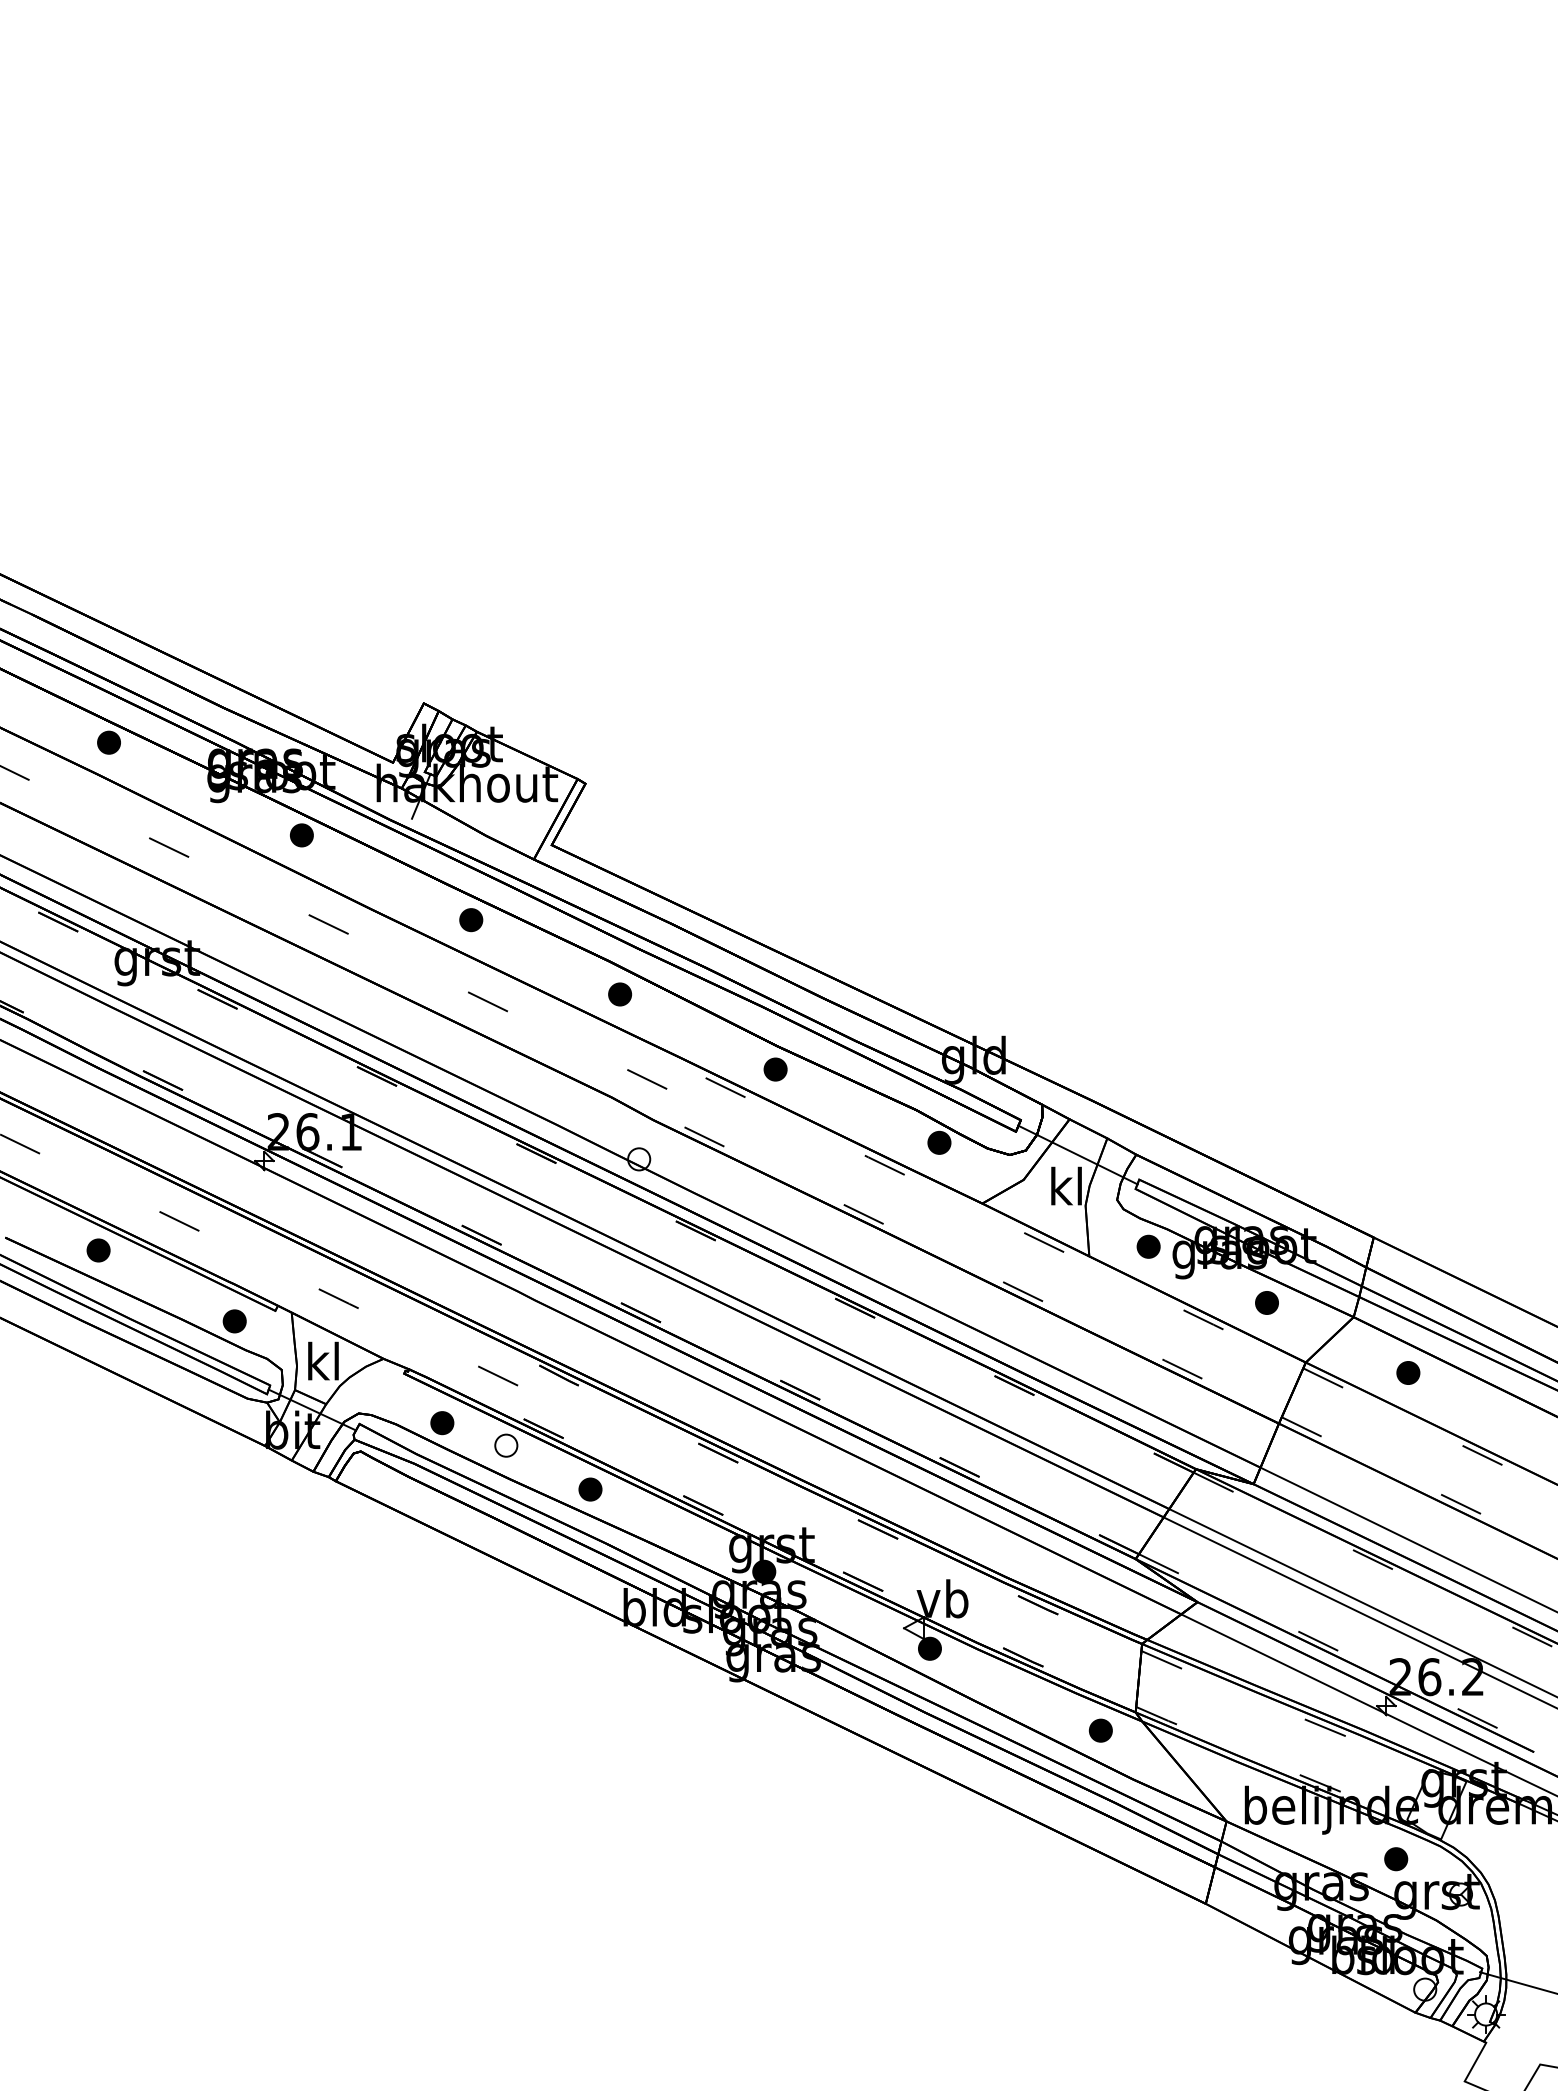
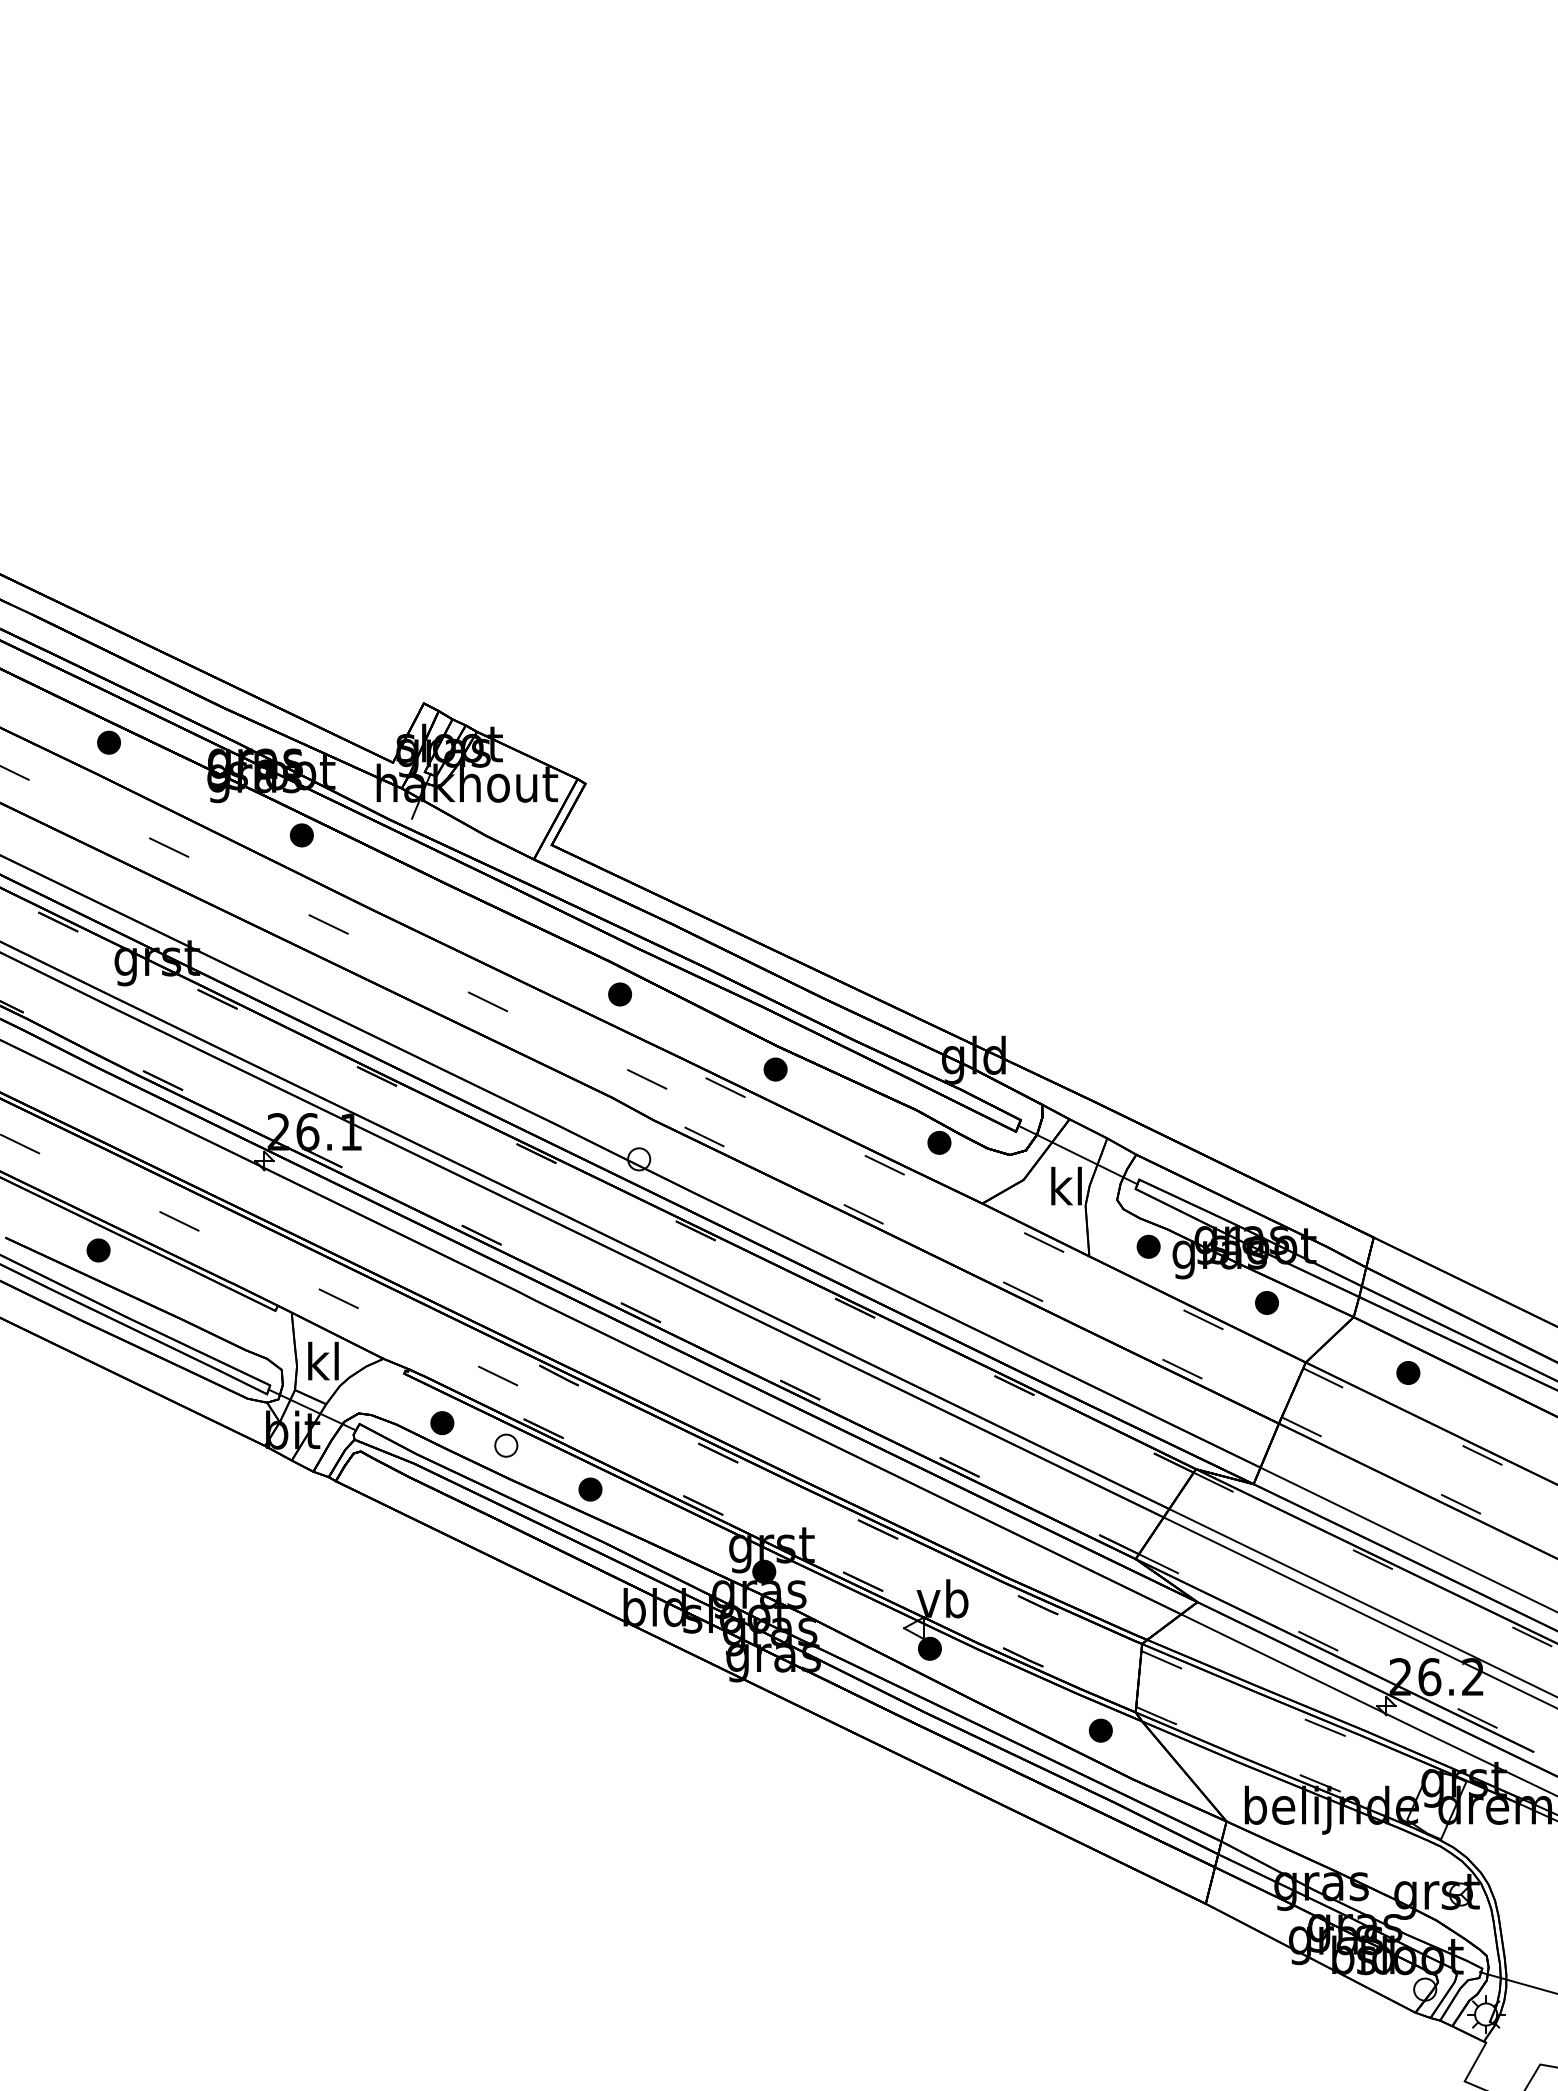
part at (471, 920): present -> none
part at (234, 1321): present -> none
part at (1396, 1859): present -> none
